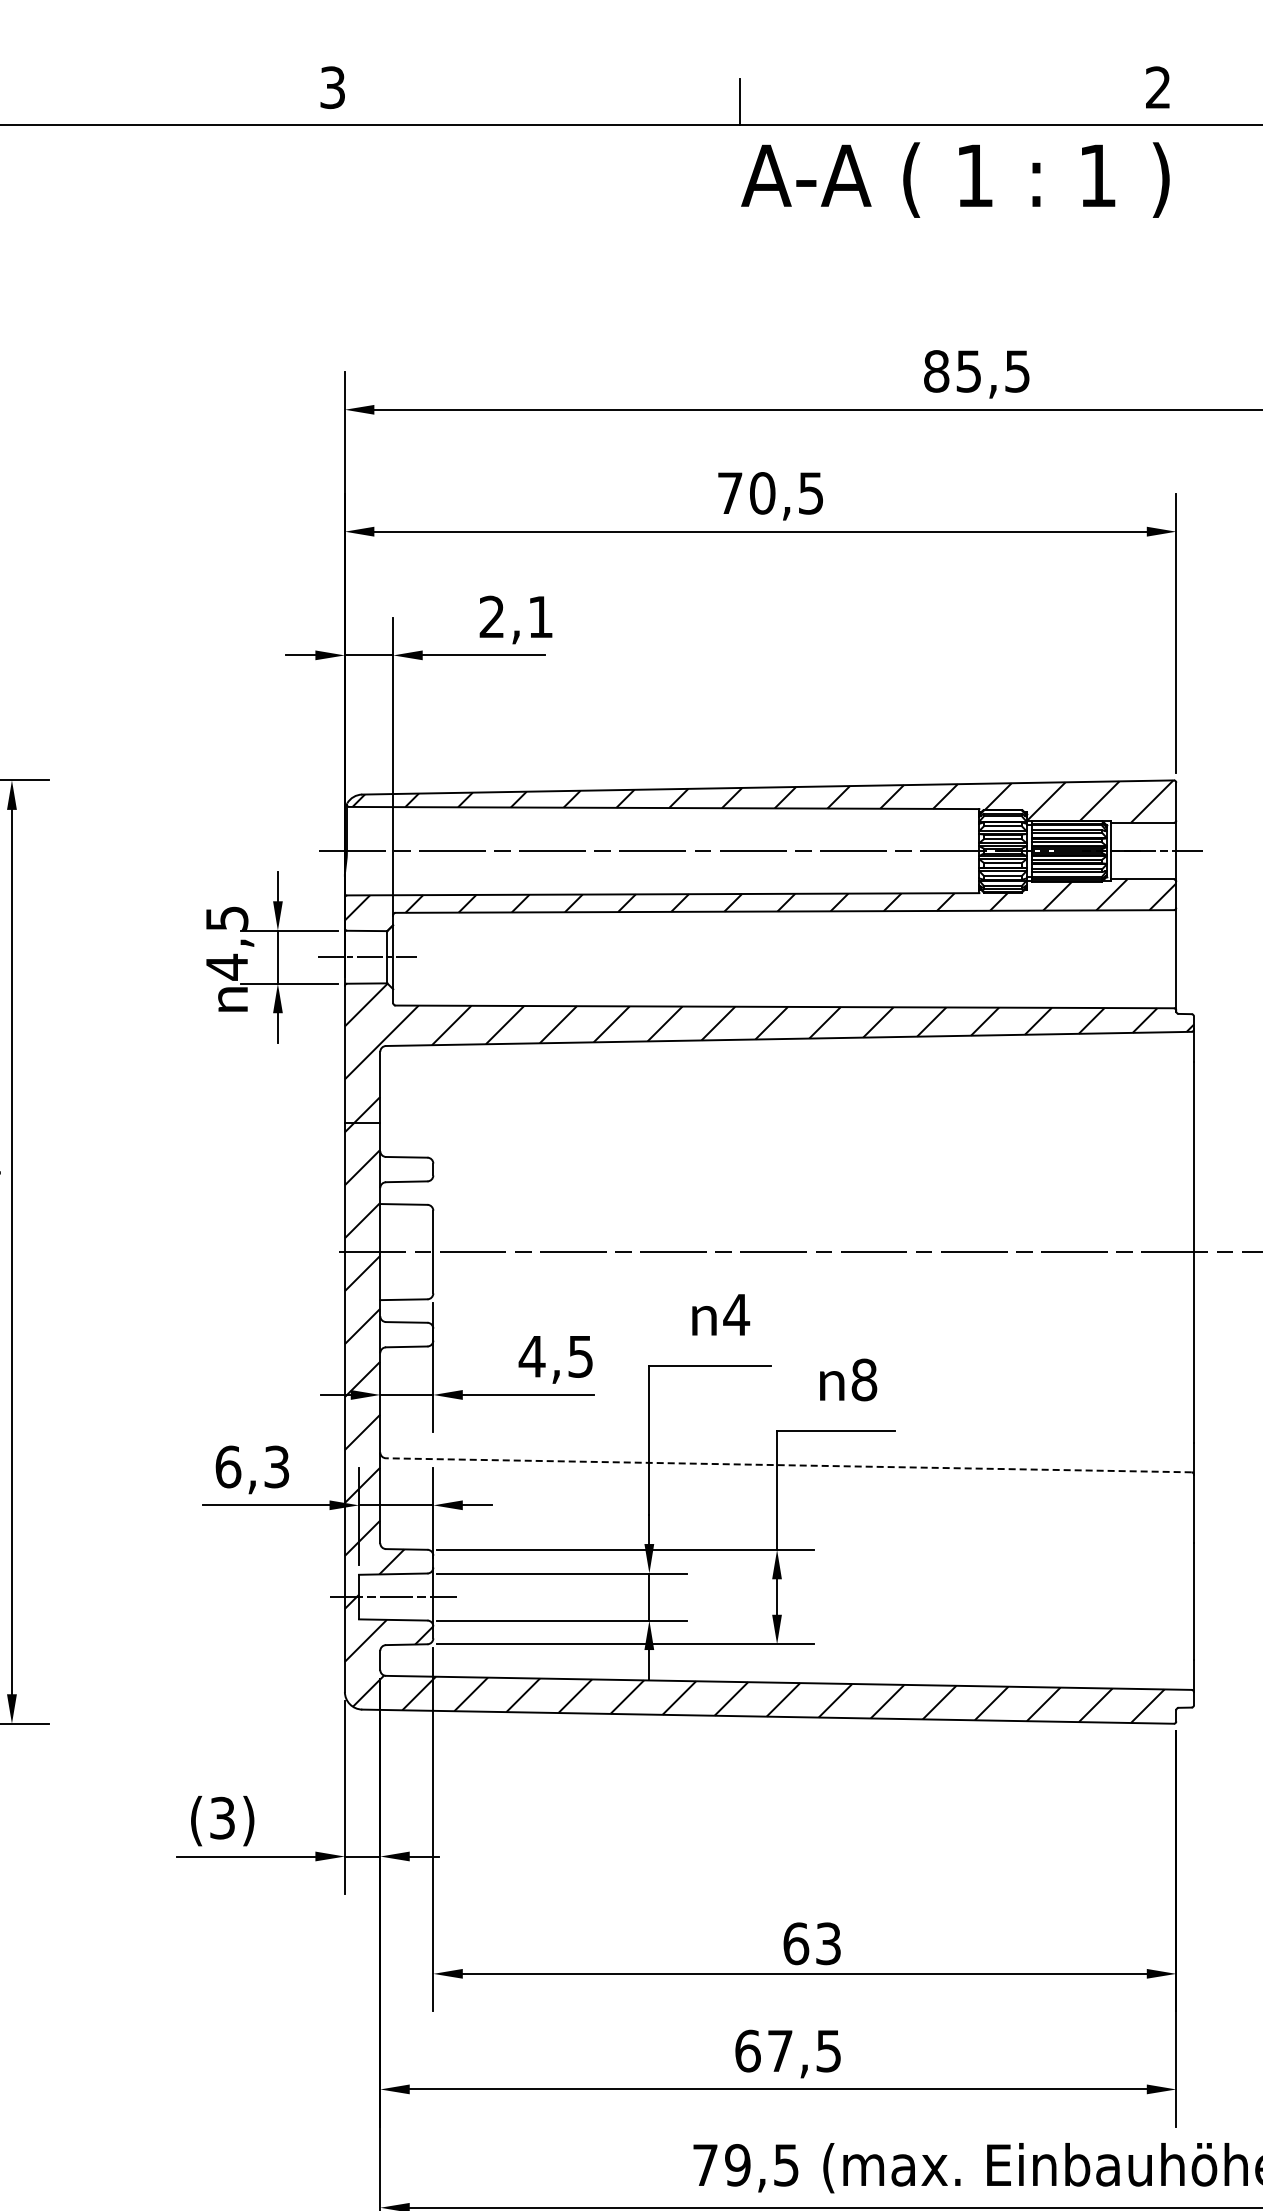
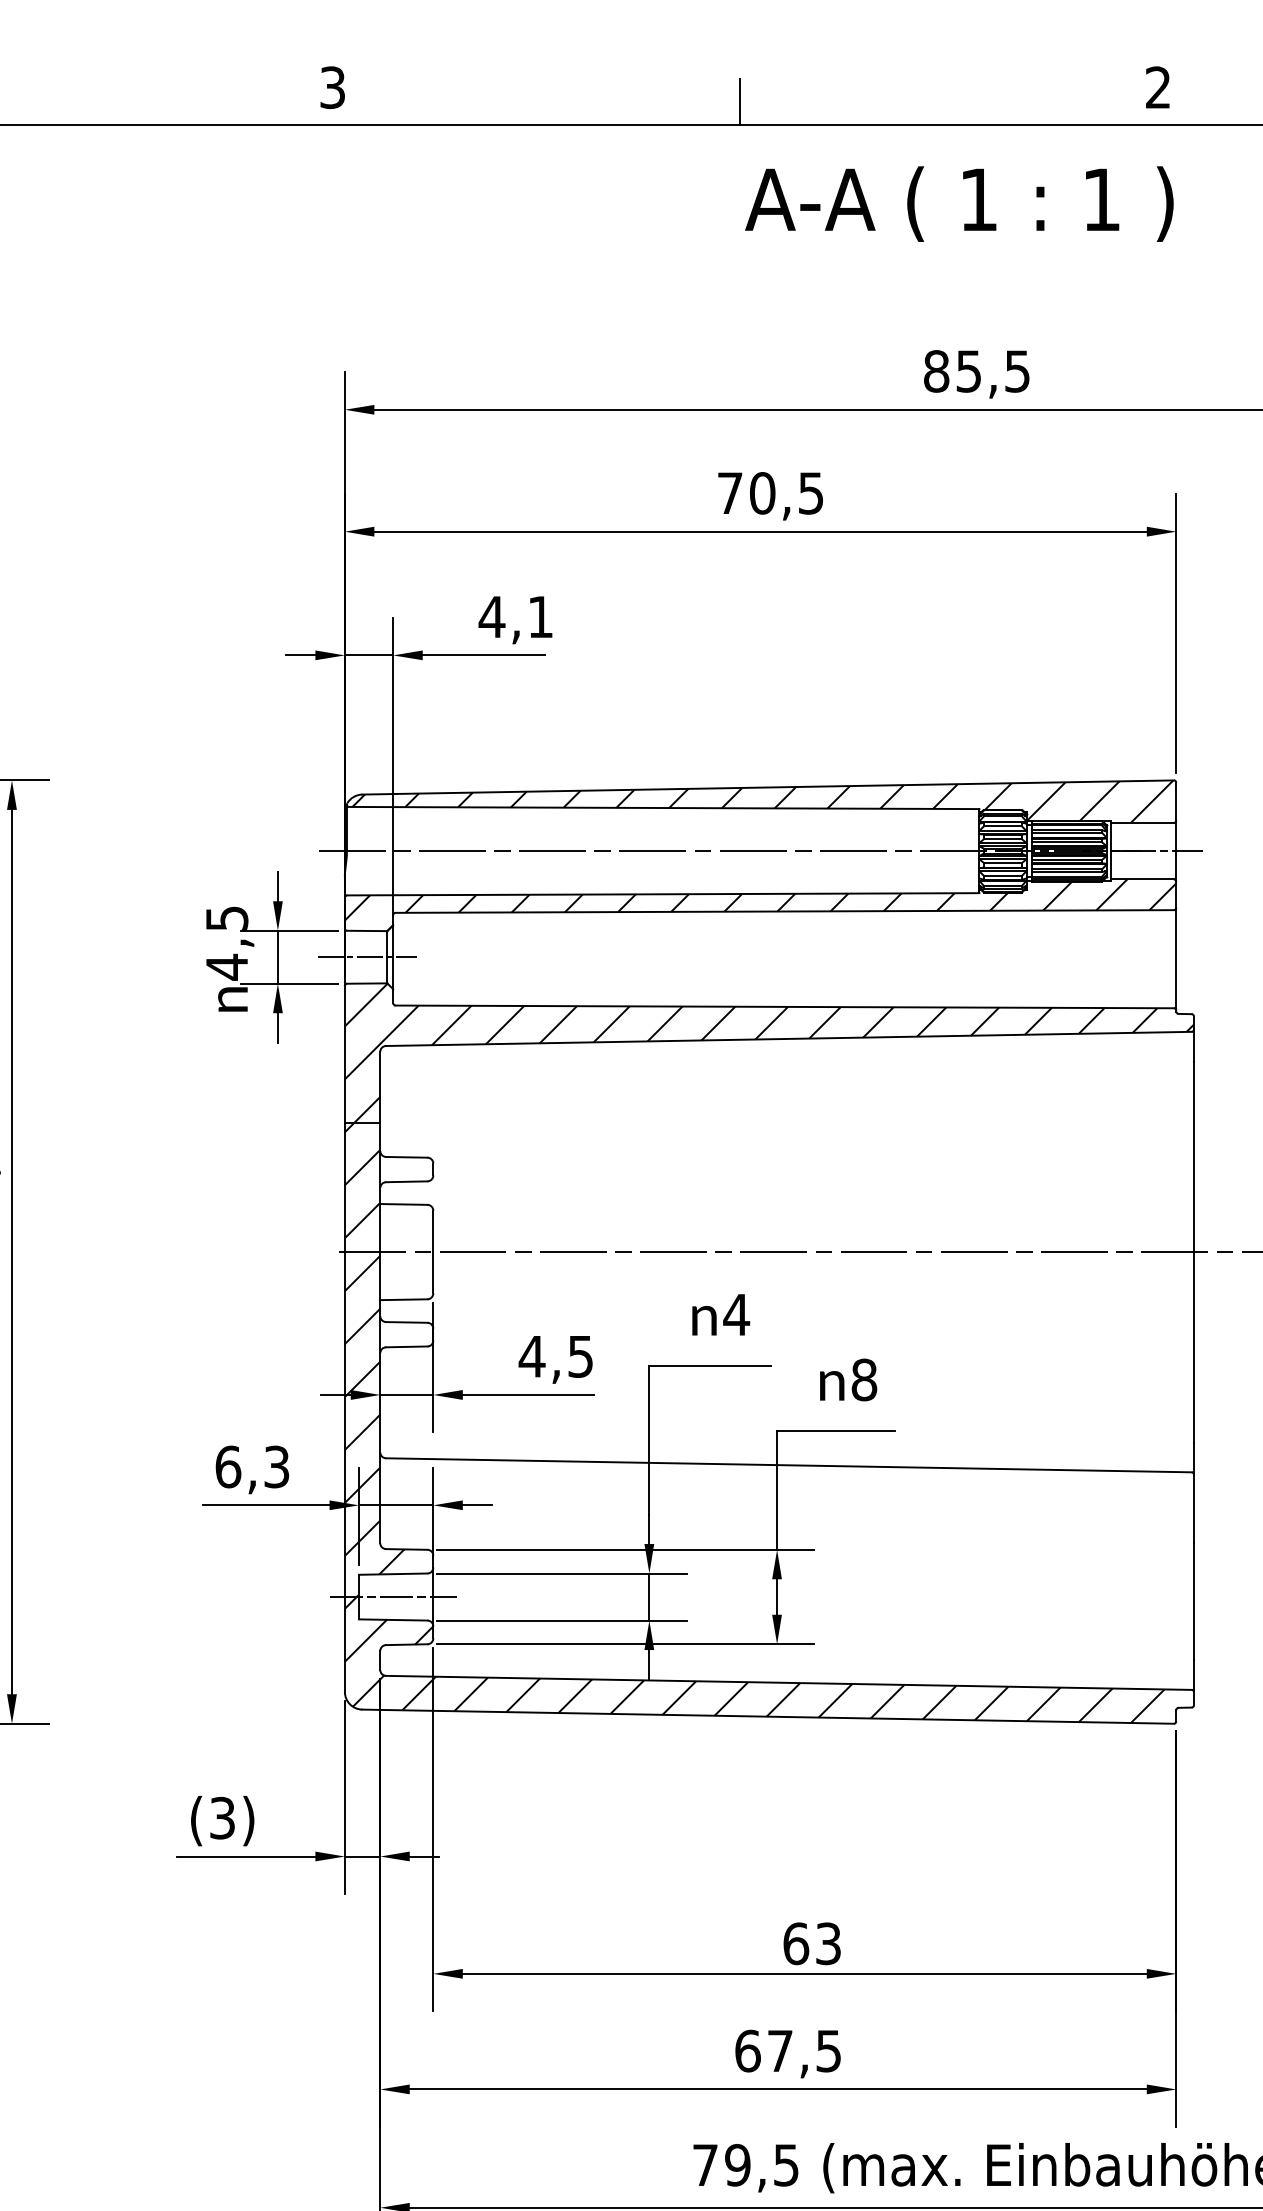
text at (955, 179) position: (955, 179) -> (959, 203)
text at (491, 616): 2,1 -> 4,1
line at (788, 1465): dashed -> solid
